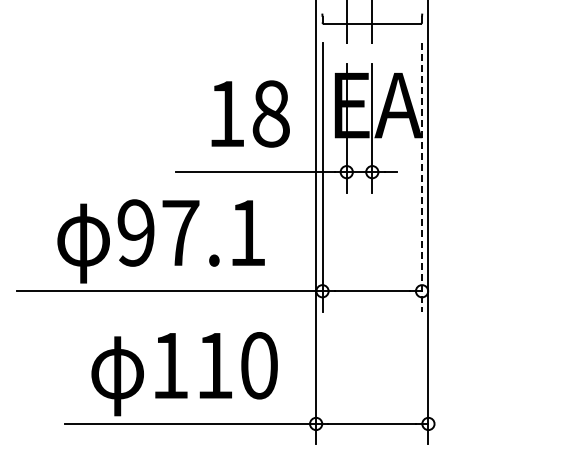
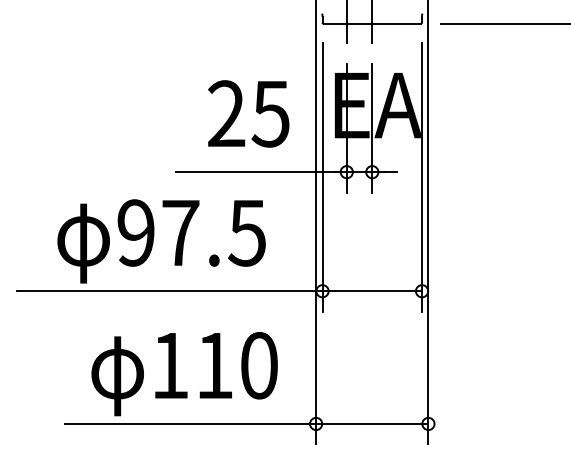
line at (504, 23): none -> present
text at (248, 113): 18 -> 25
line at (422, 177): dashed -> solid
text at (246, 233): 97.1 -> 97.5
